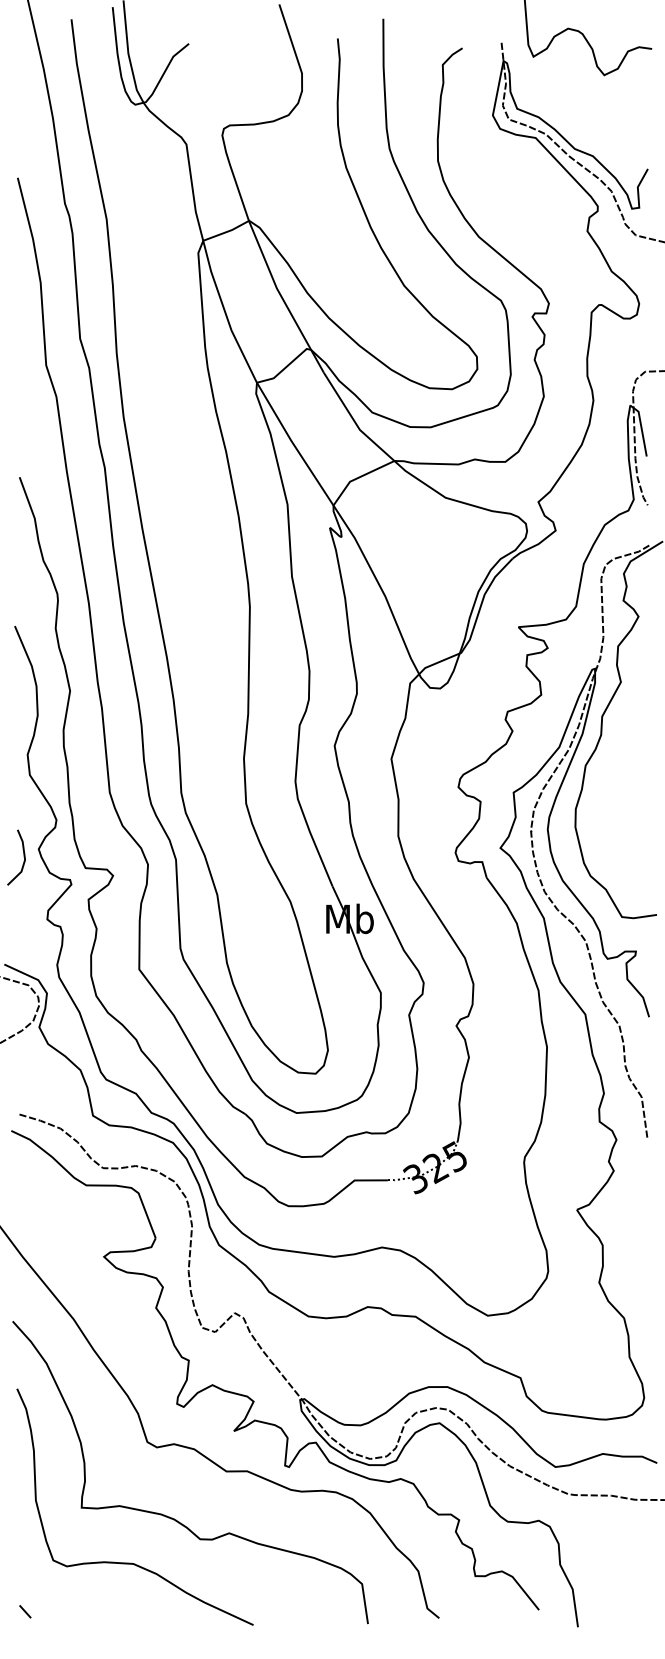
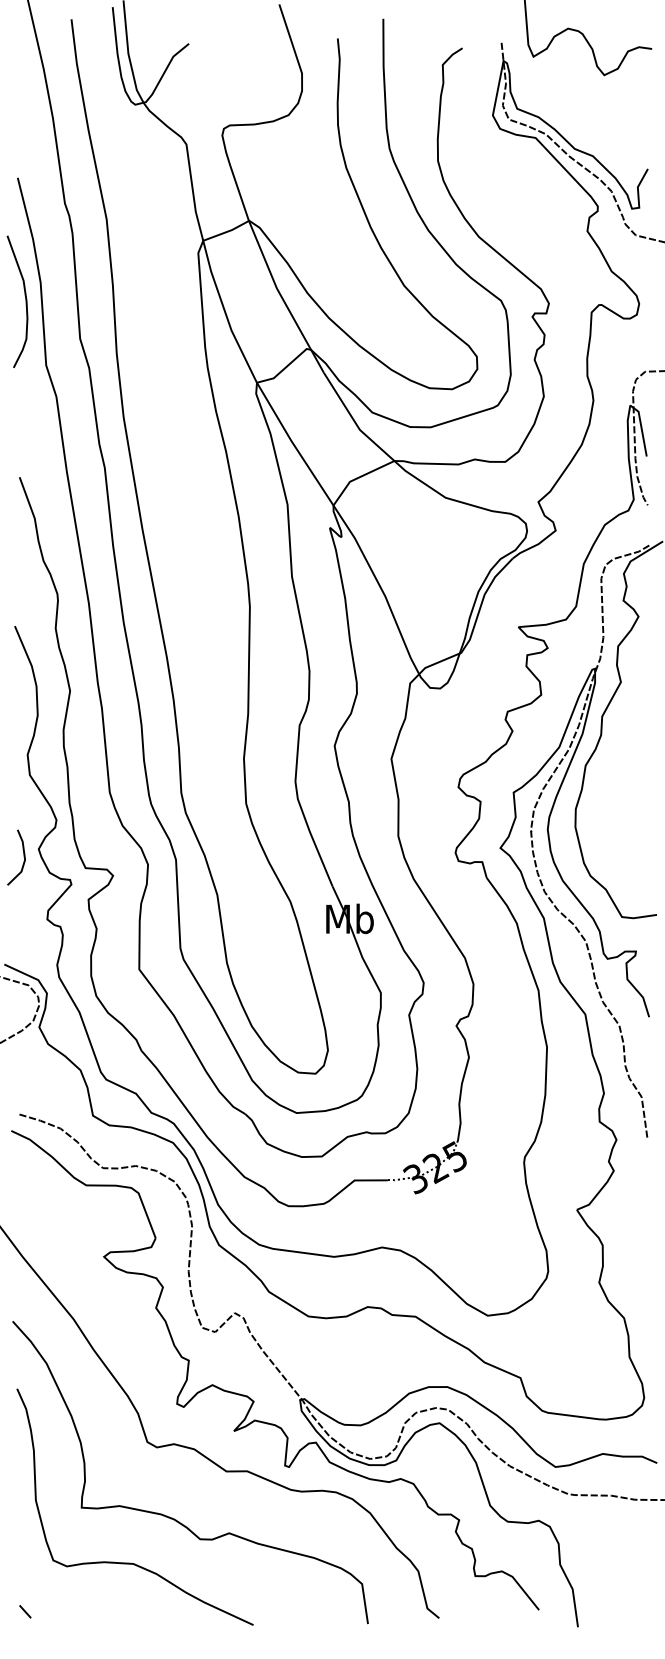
curve at (25, 301): none -> present
